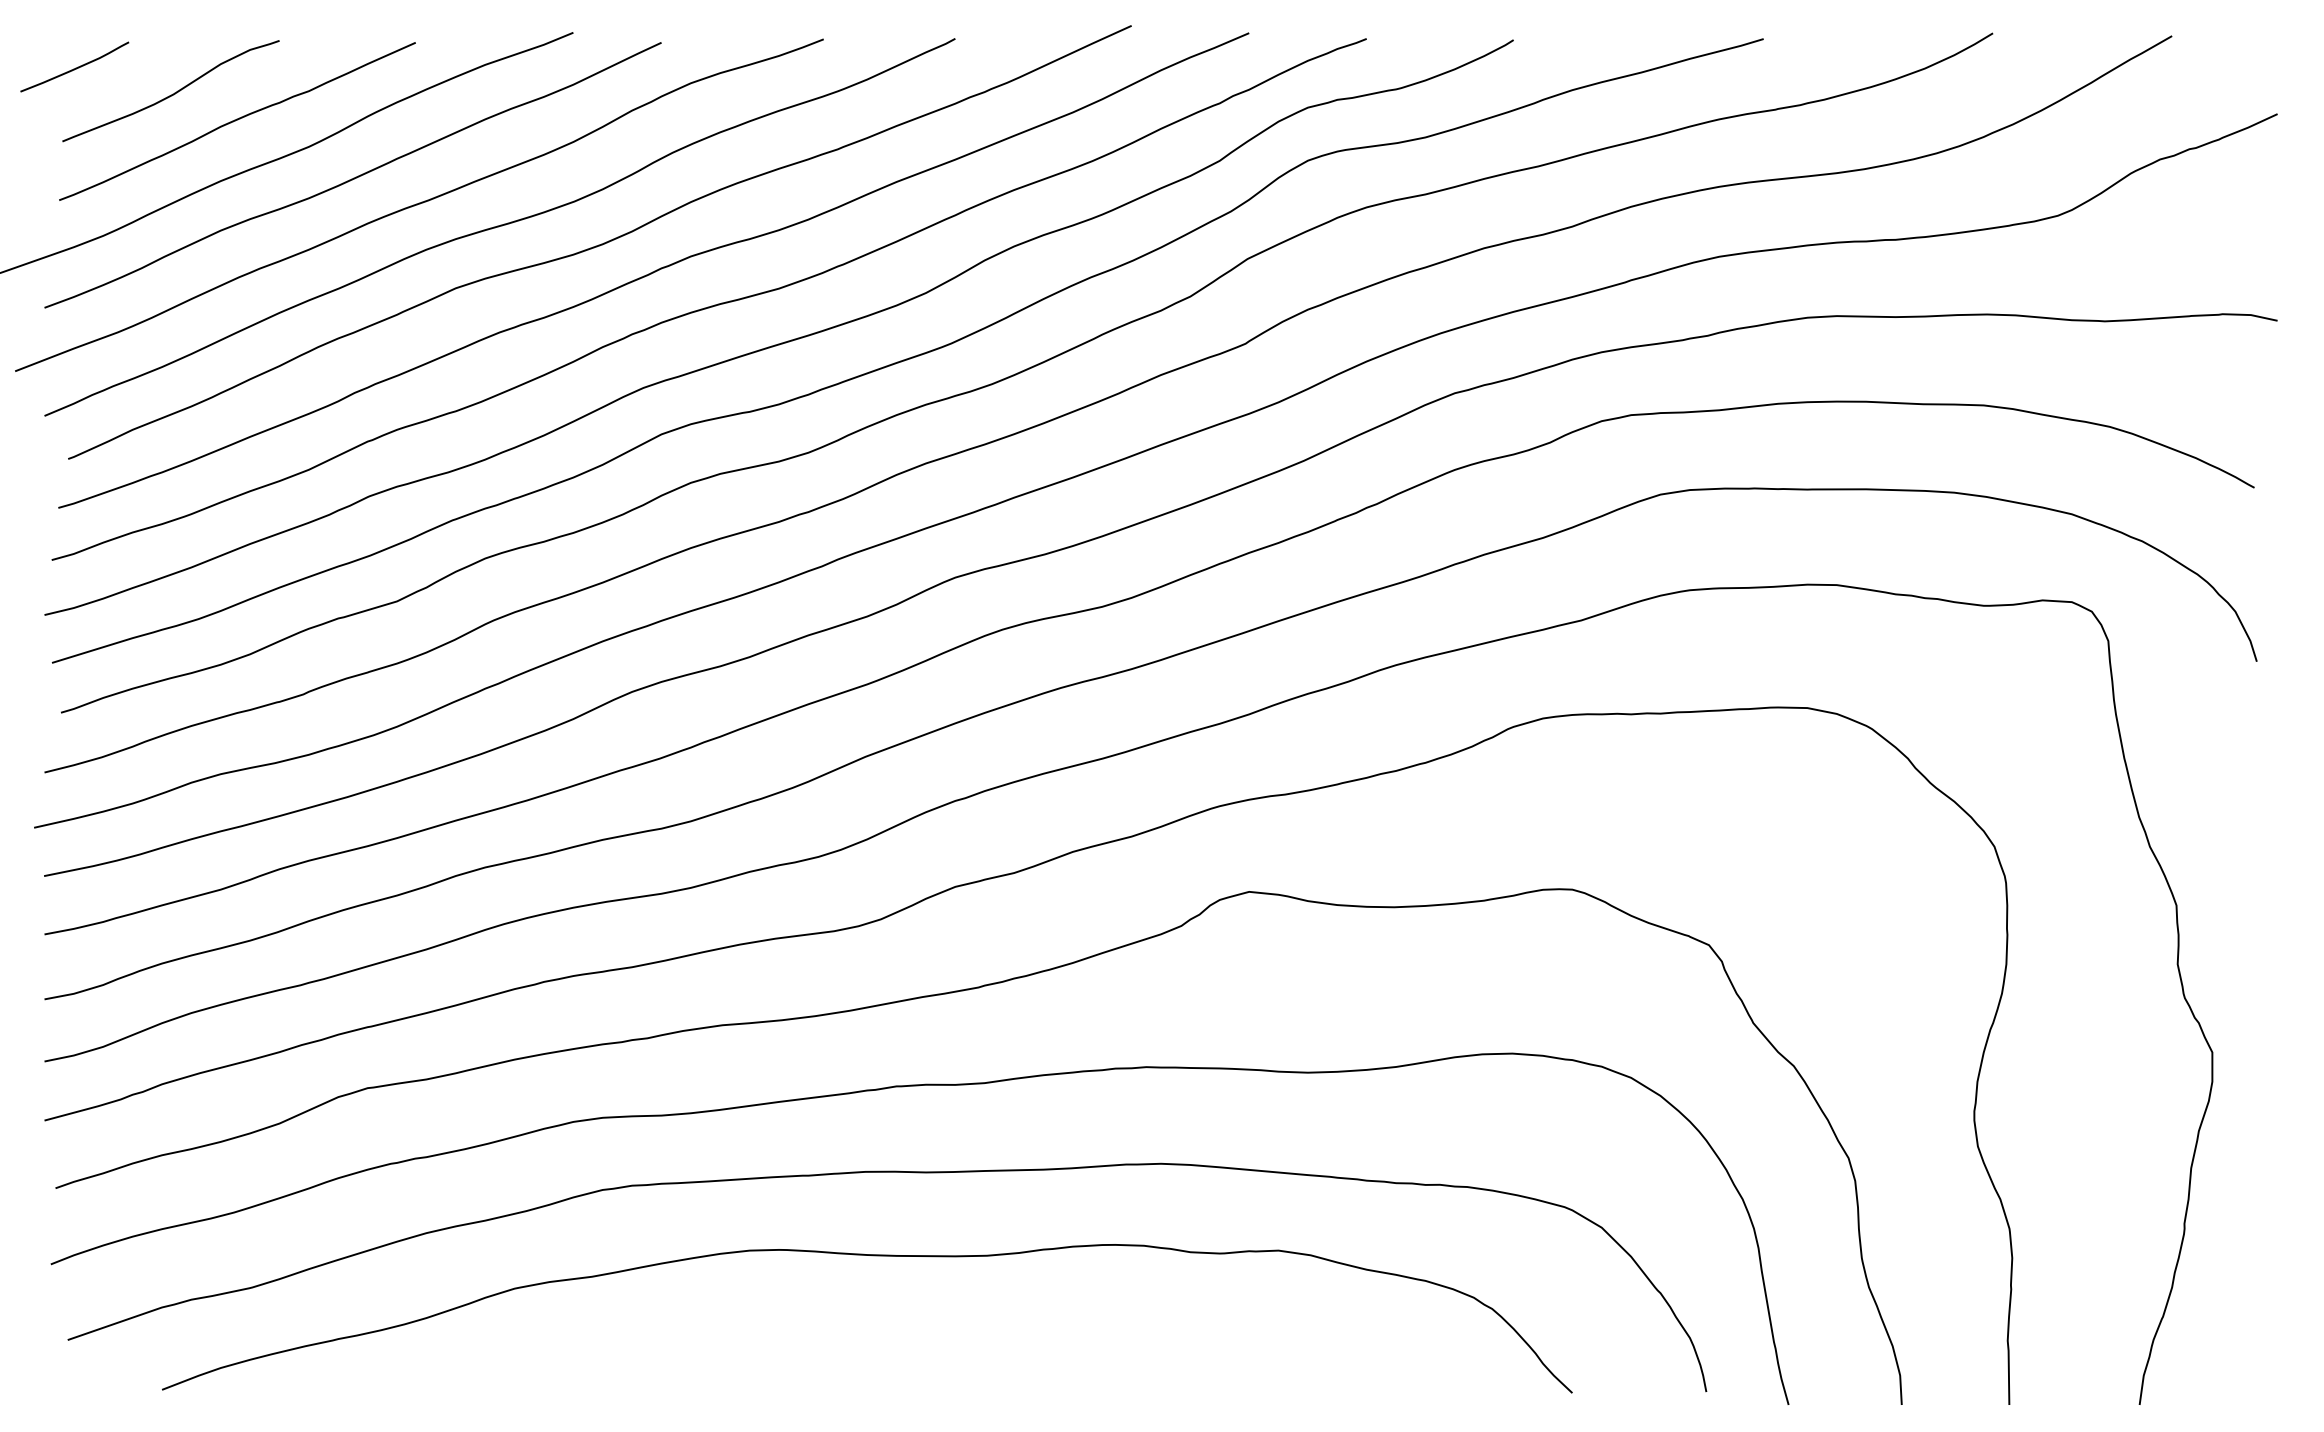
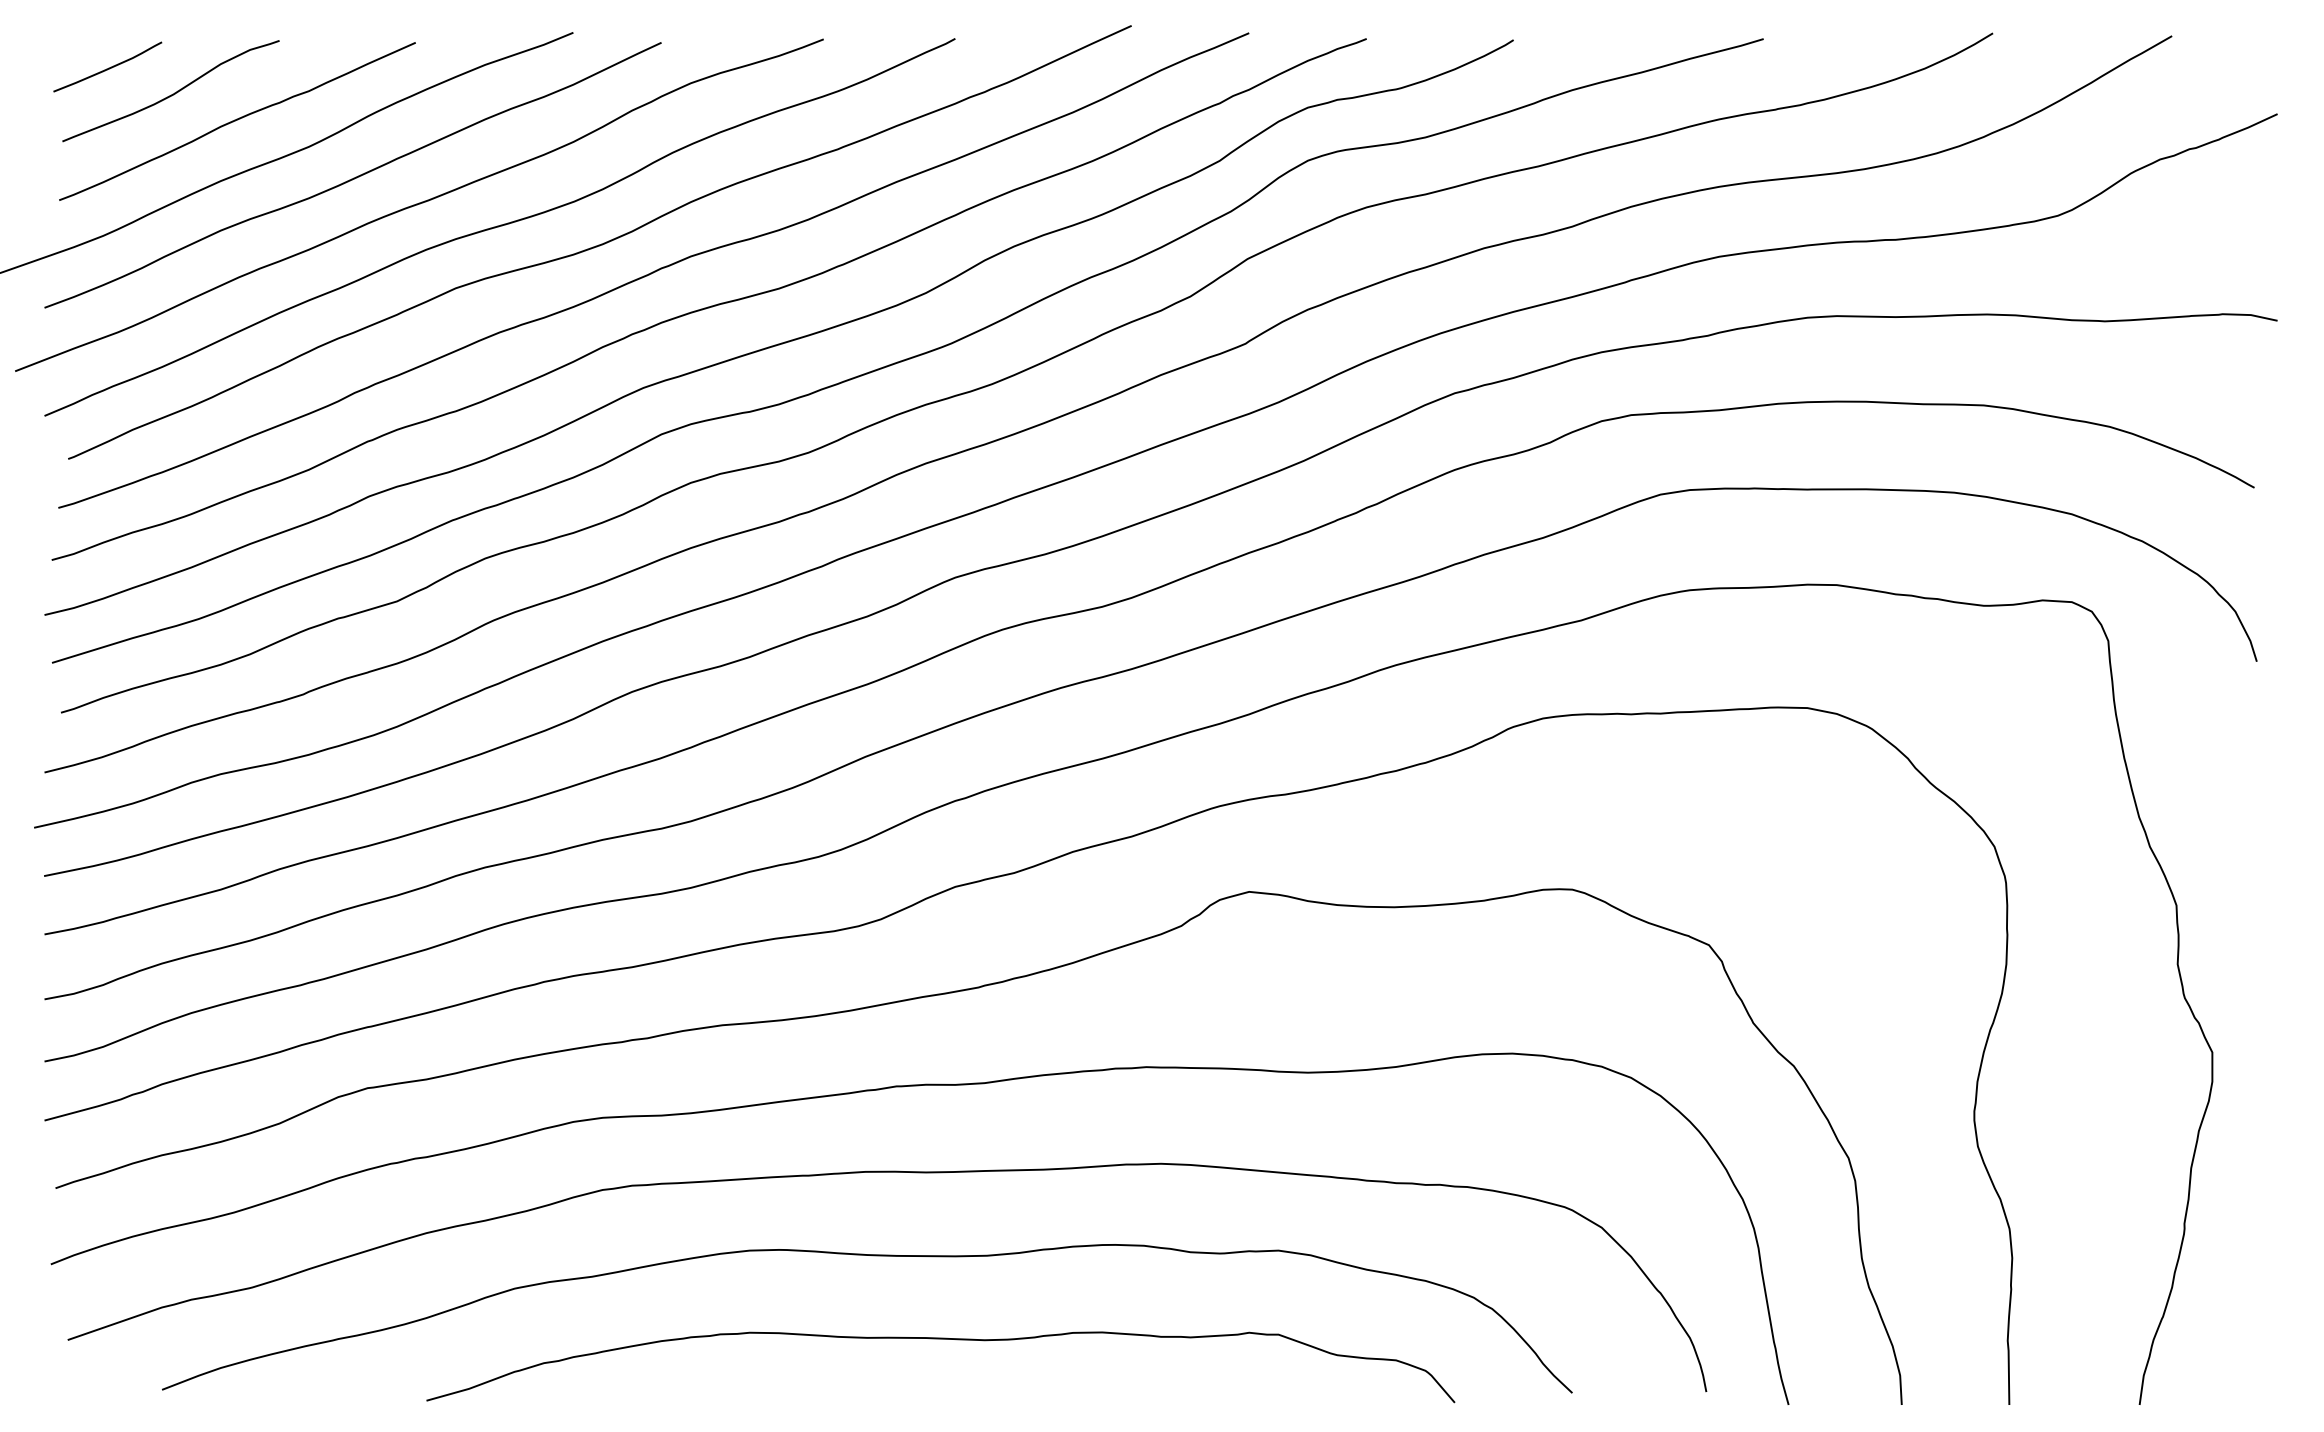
curve at (75, 67) position: (75, 67) -> (108, 67)
curve at (940, 1339): none -> present
